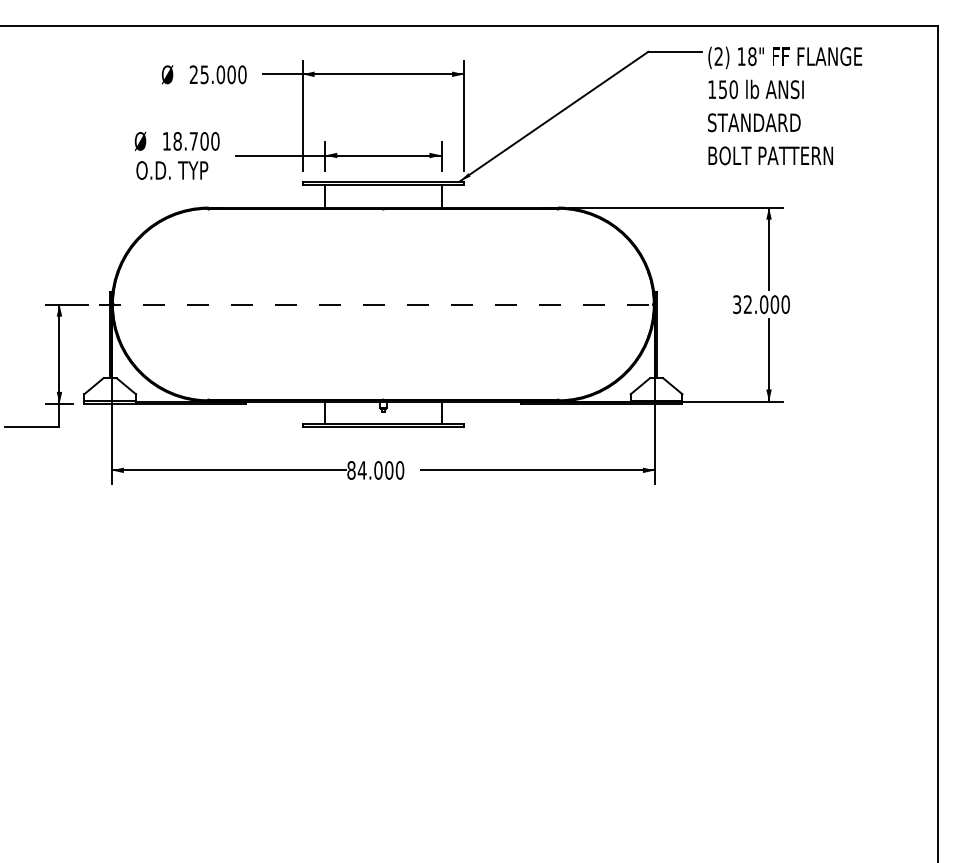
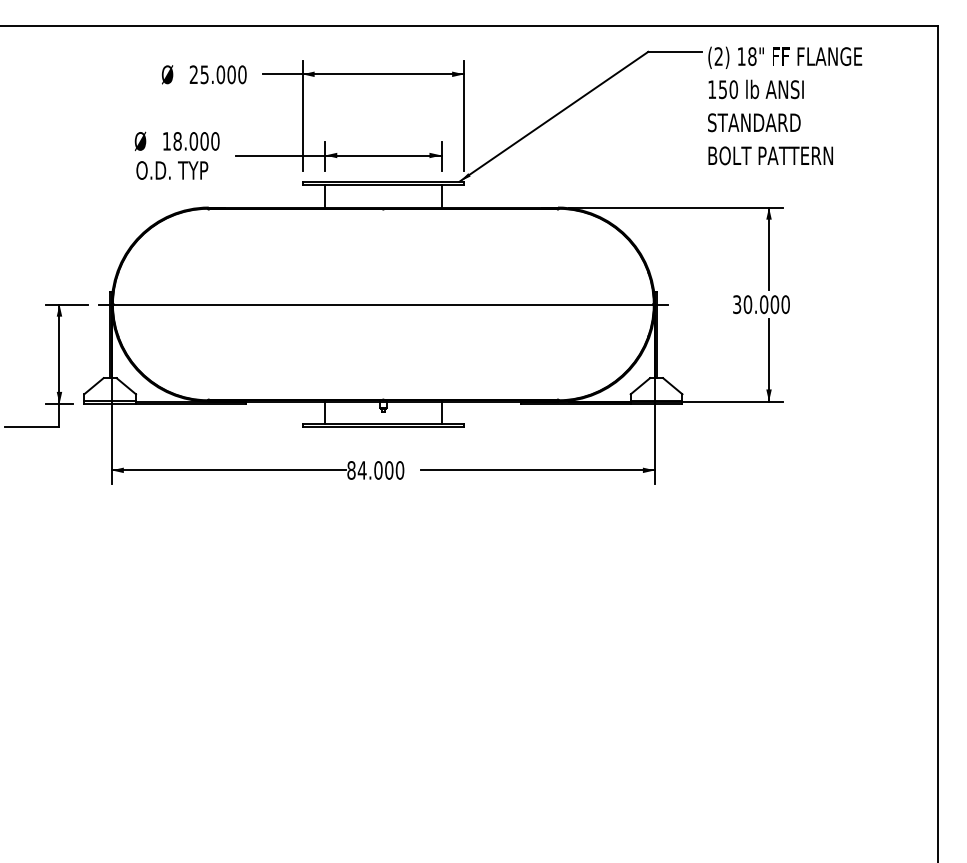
text at (193, 141): 18.700 -> 18.000
line at (383, 304): dashed -> solid
text at (747, 304): 32.000 -> 30.000
